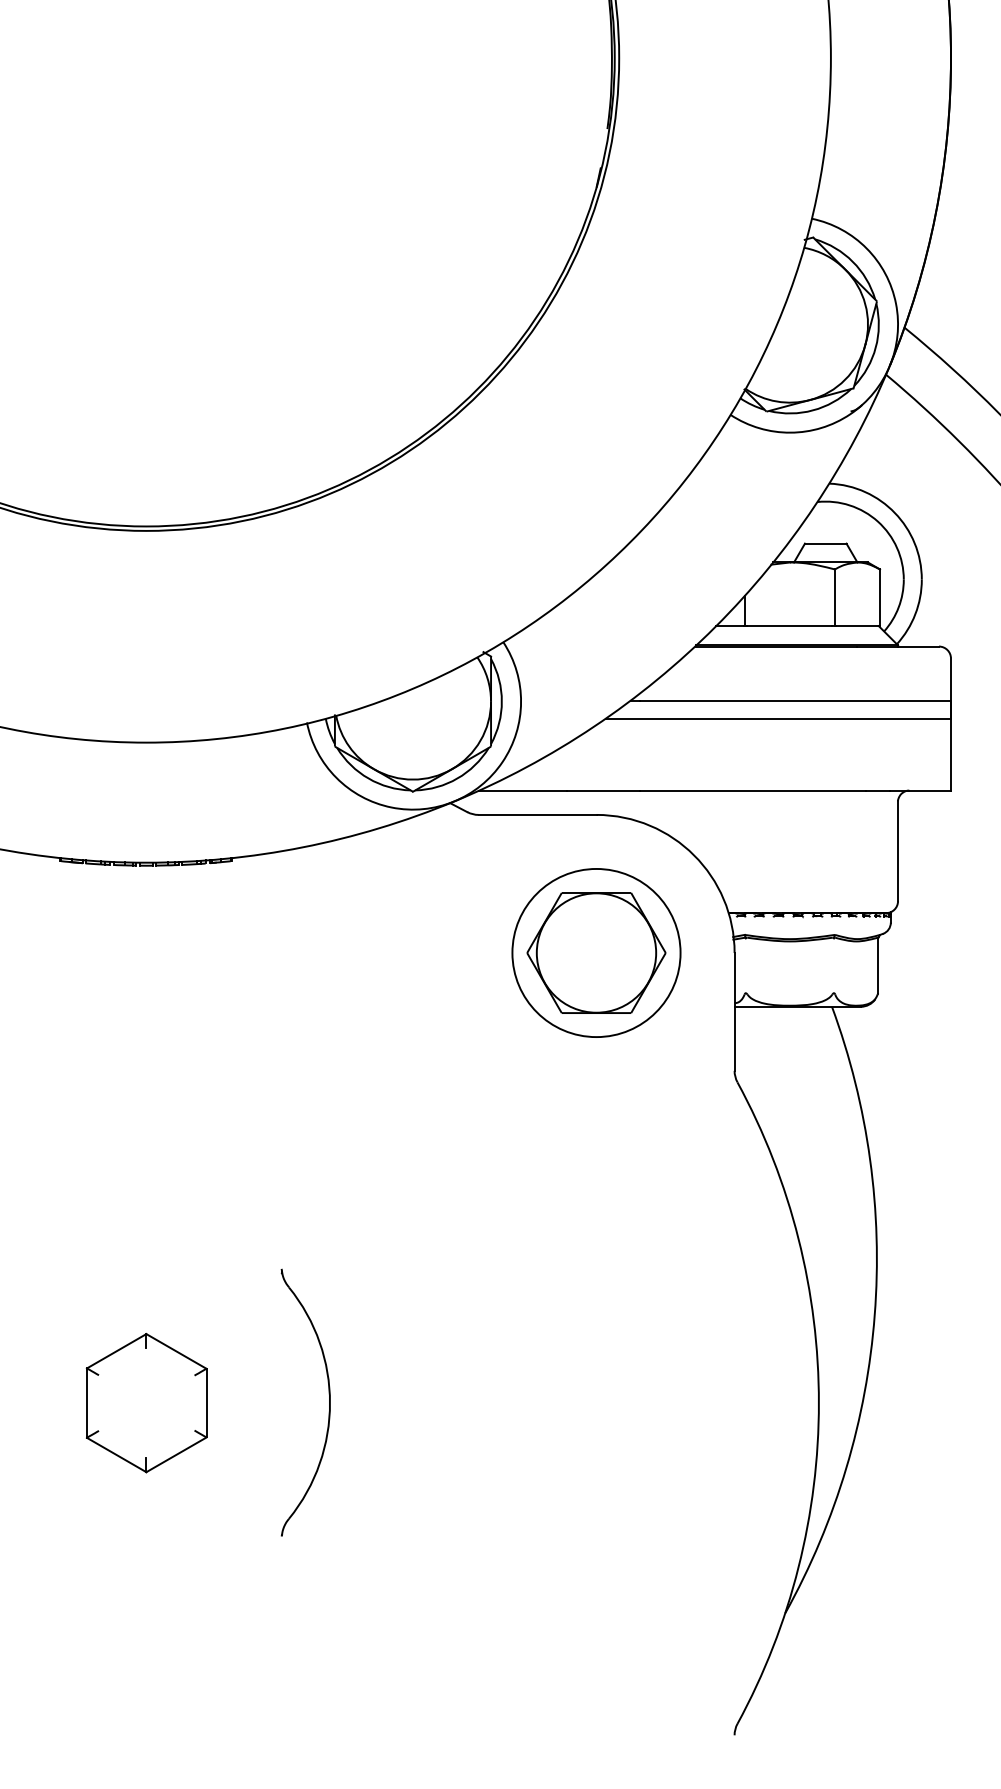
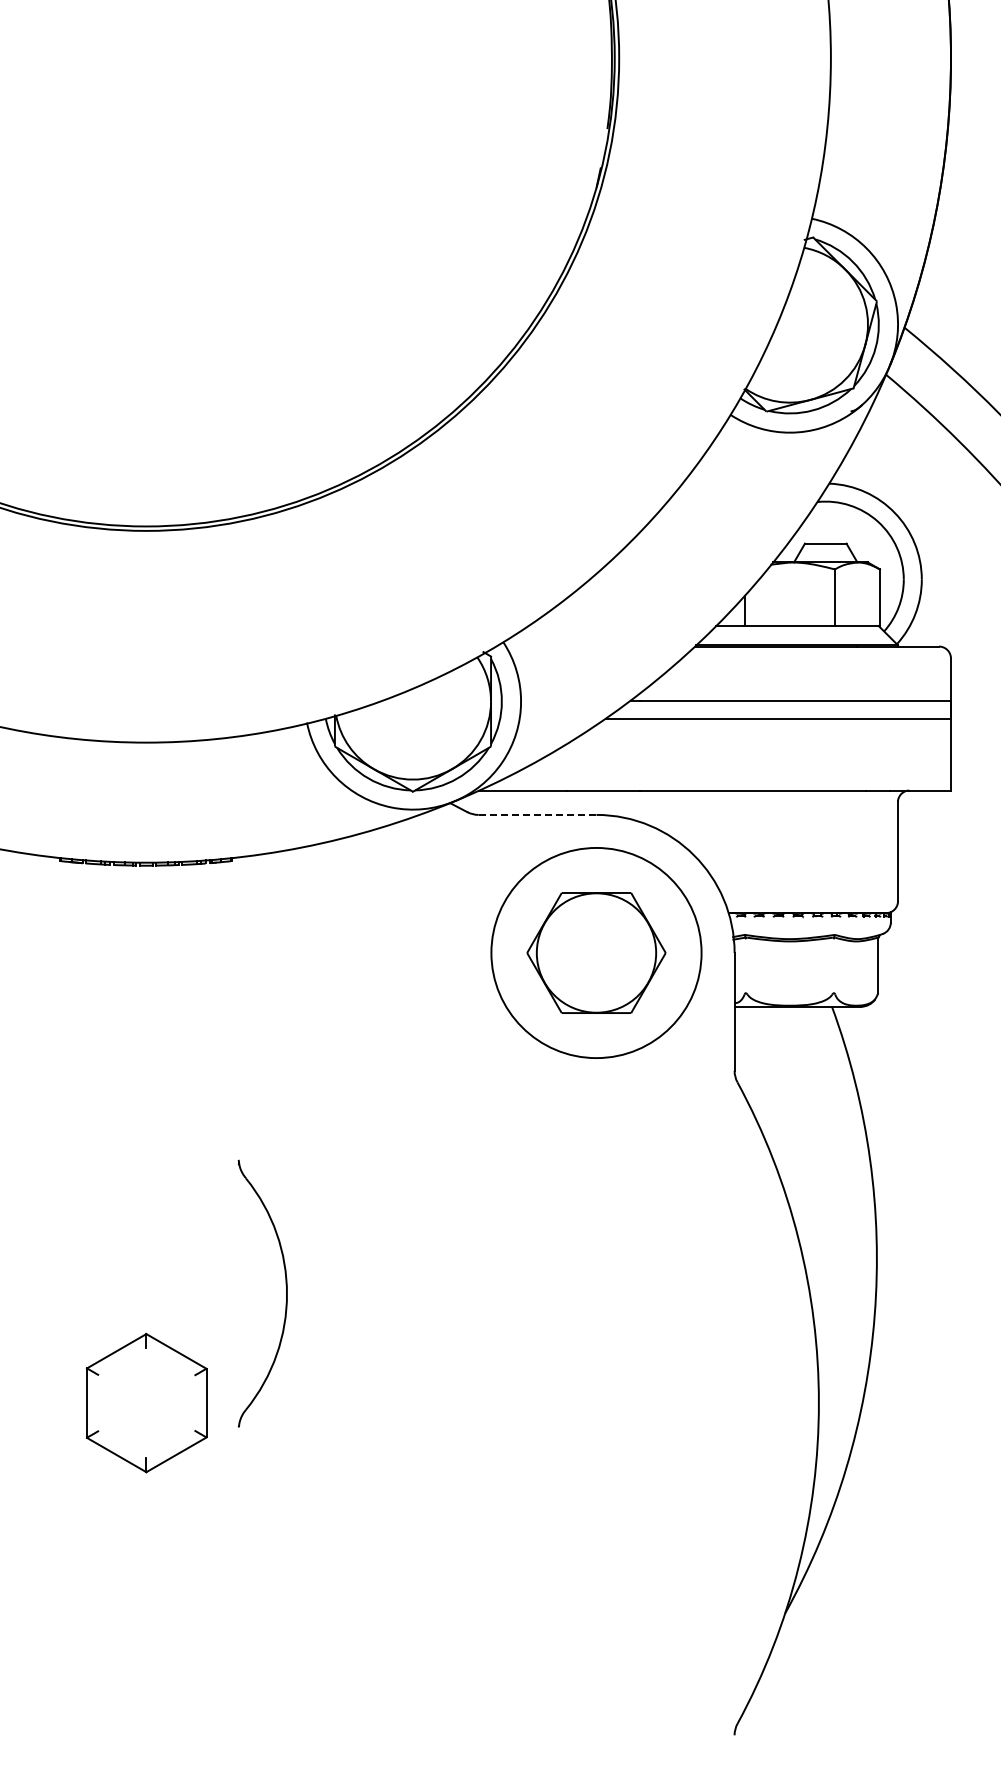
line at (537, 814): solid -> dashed
circle at (596, 952) diameter: 168 px -> 210 px
part at (329, 1402) position: (329, 1402) -> (286, 1293)
